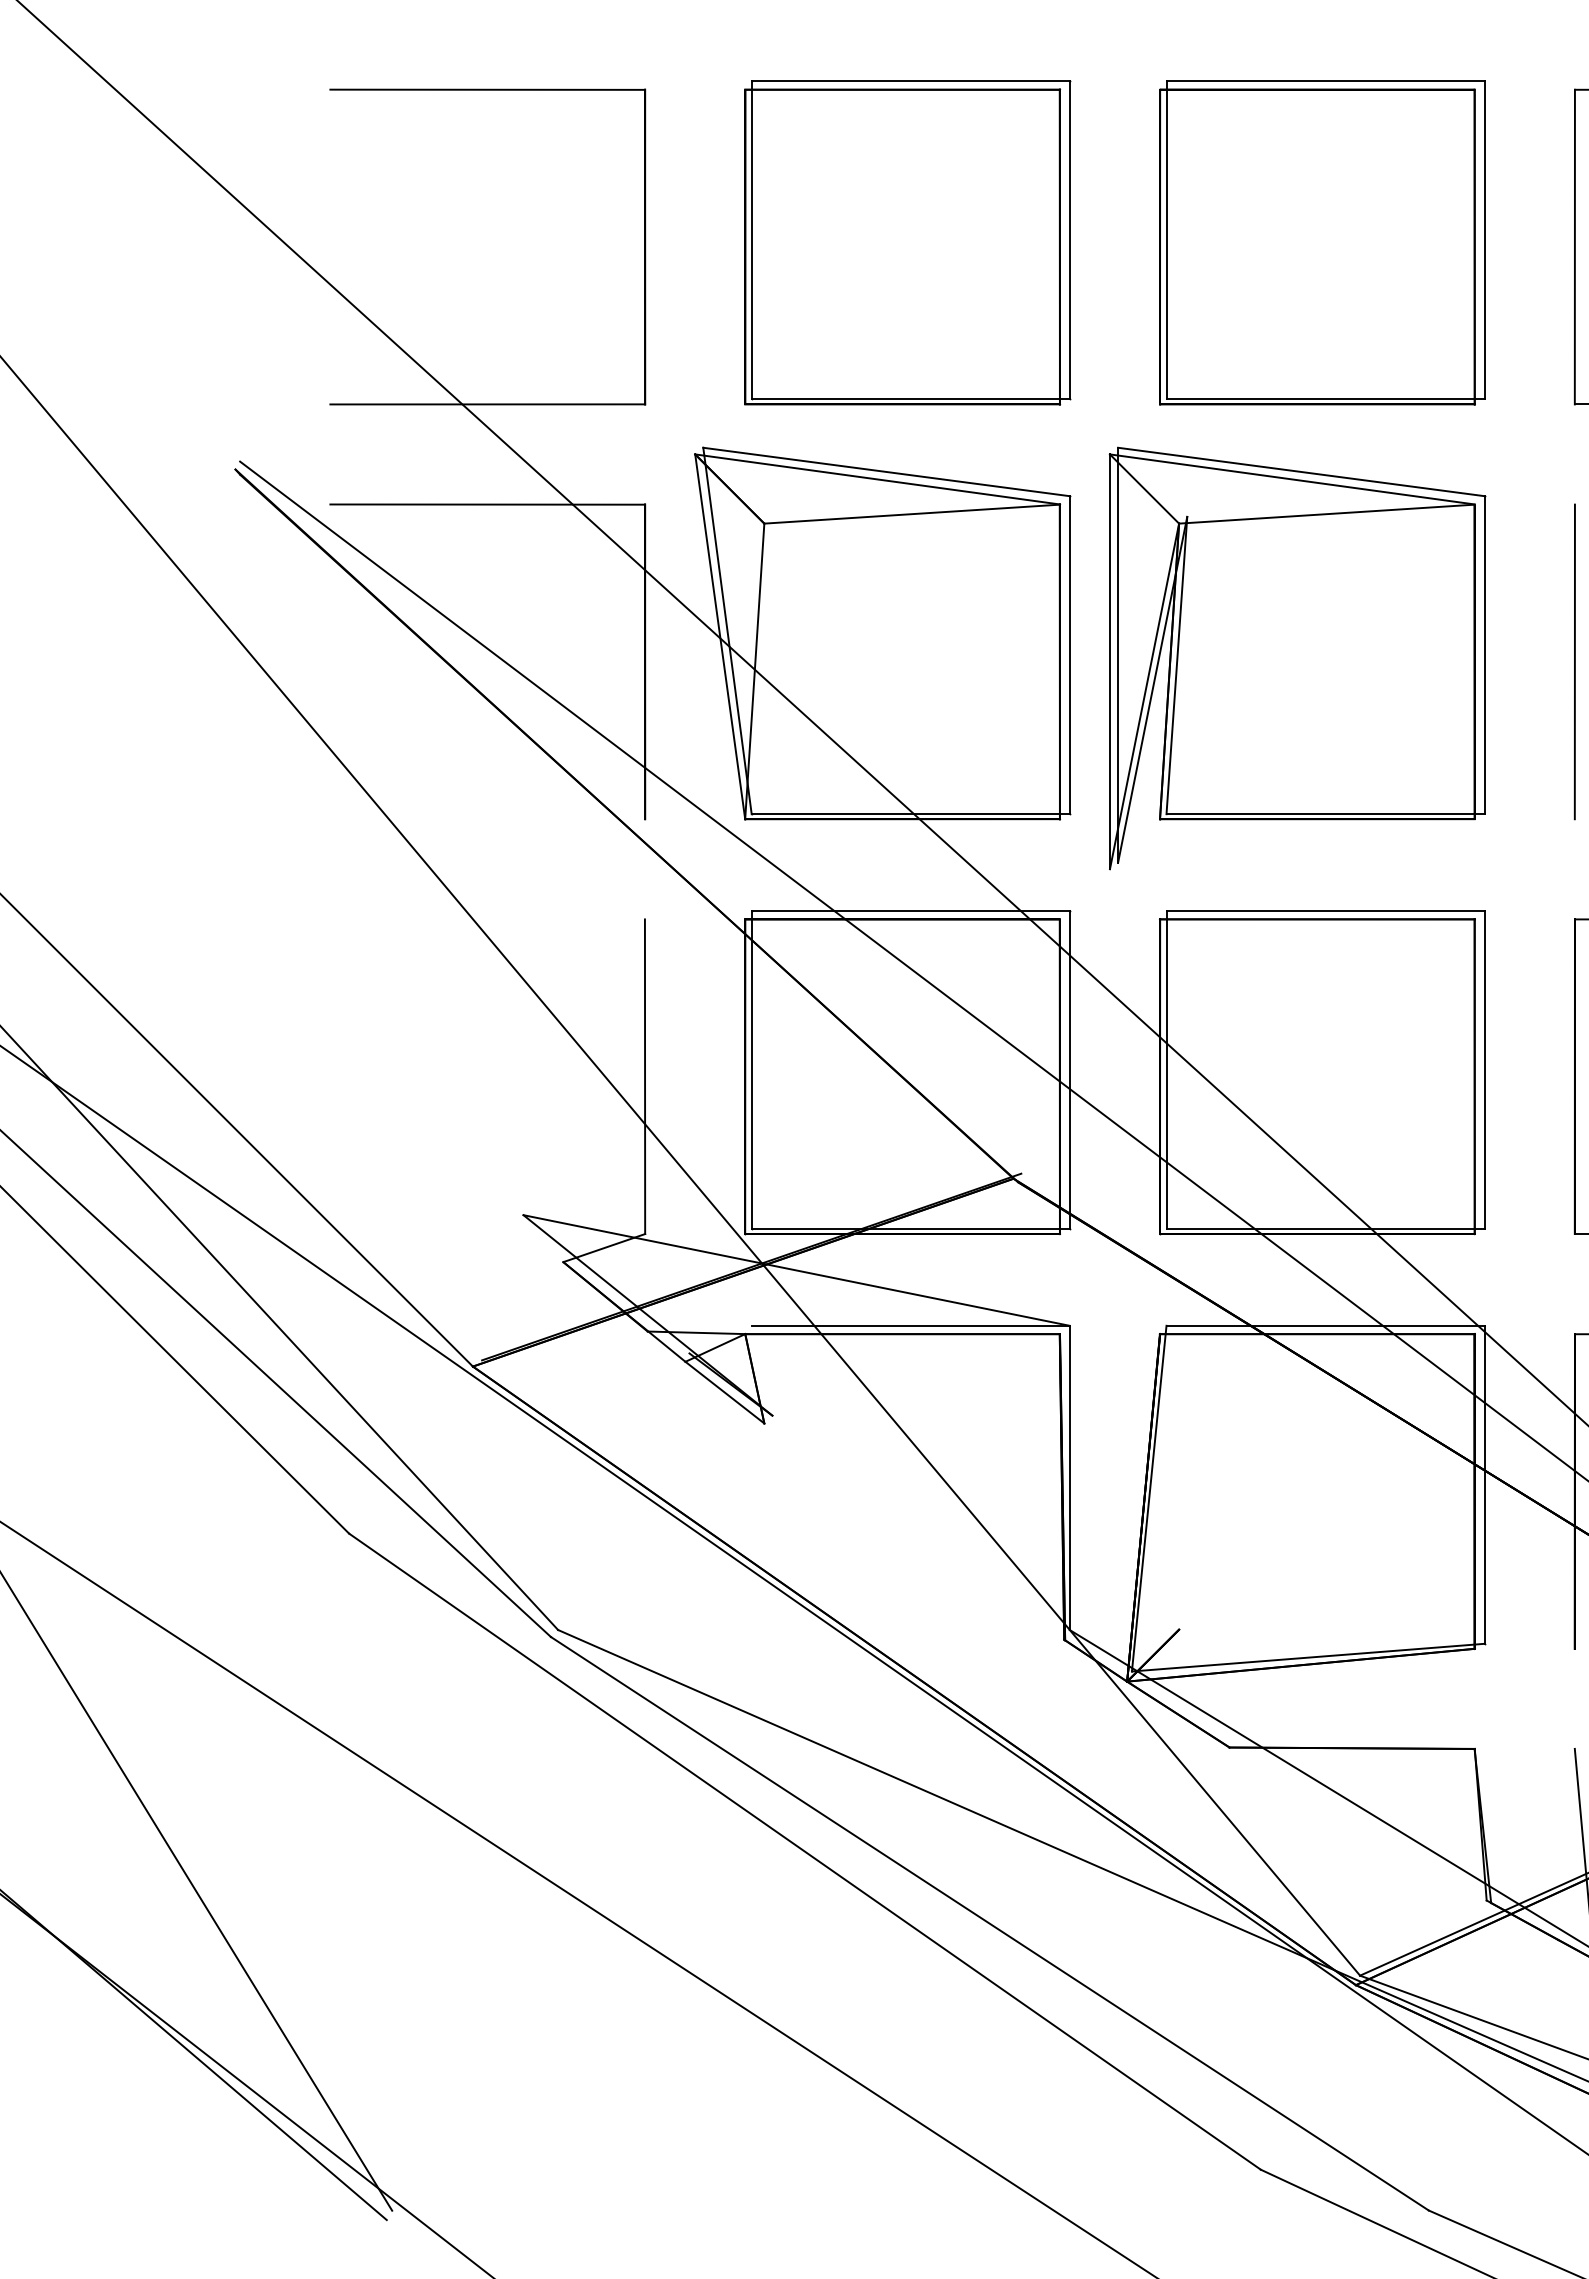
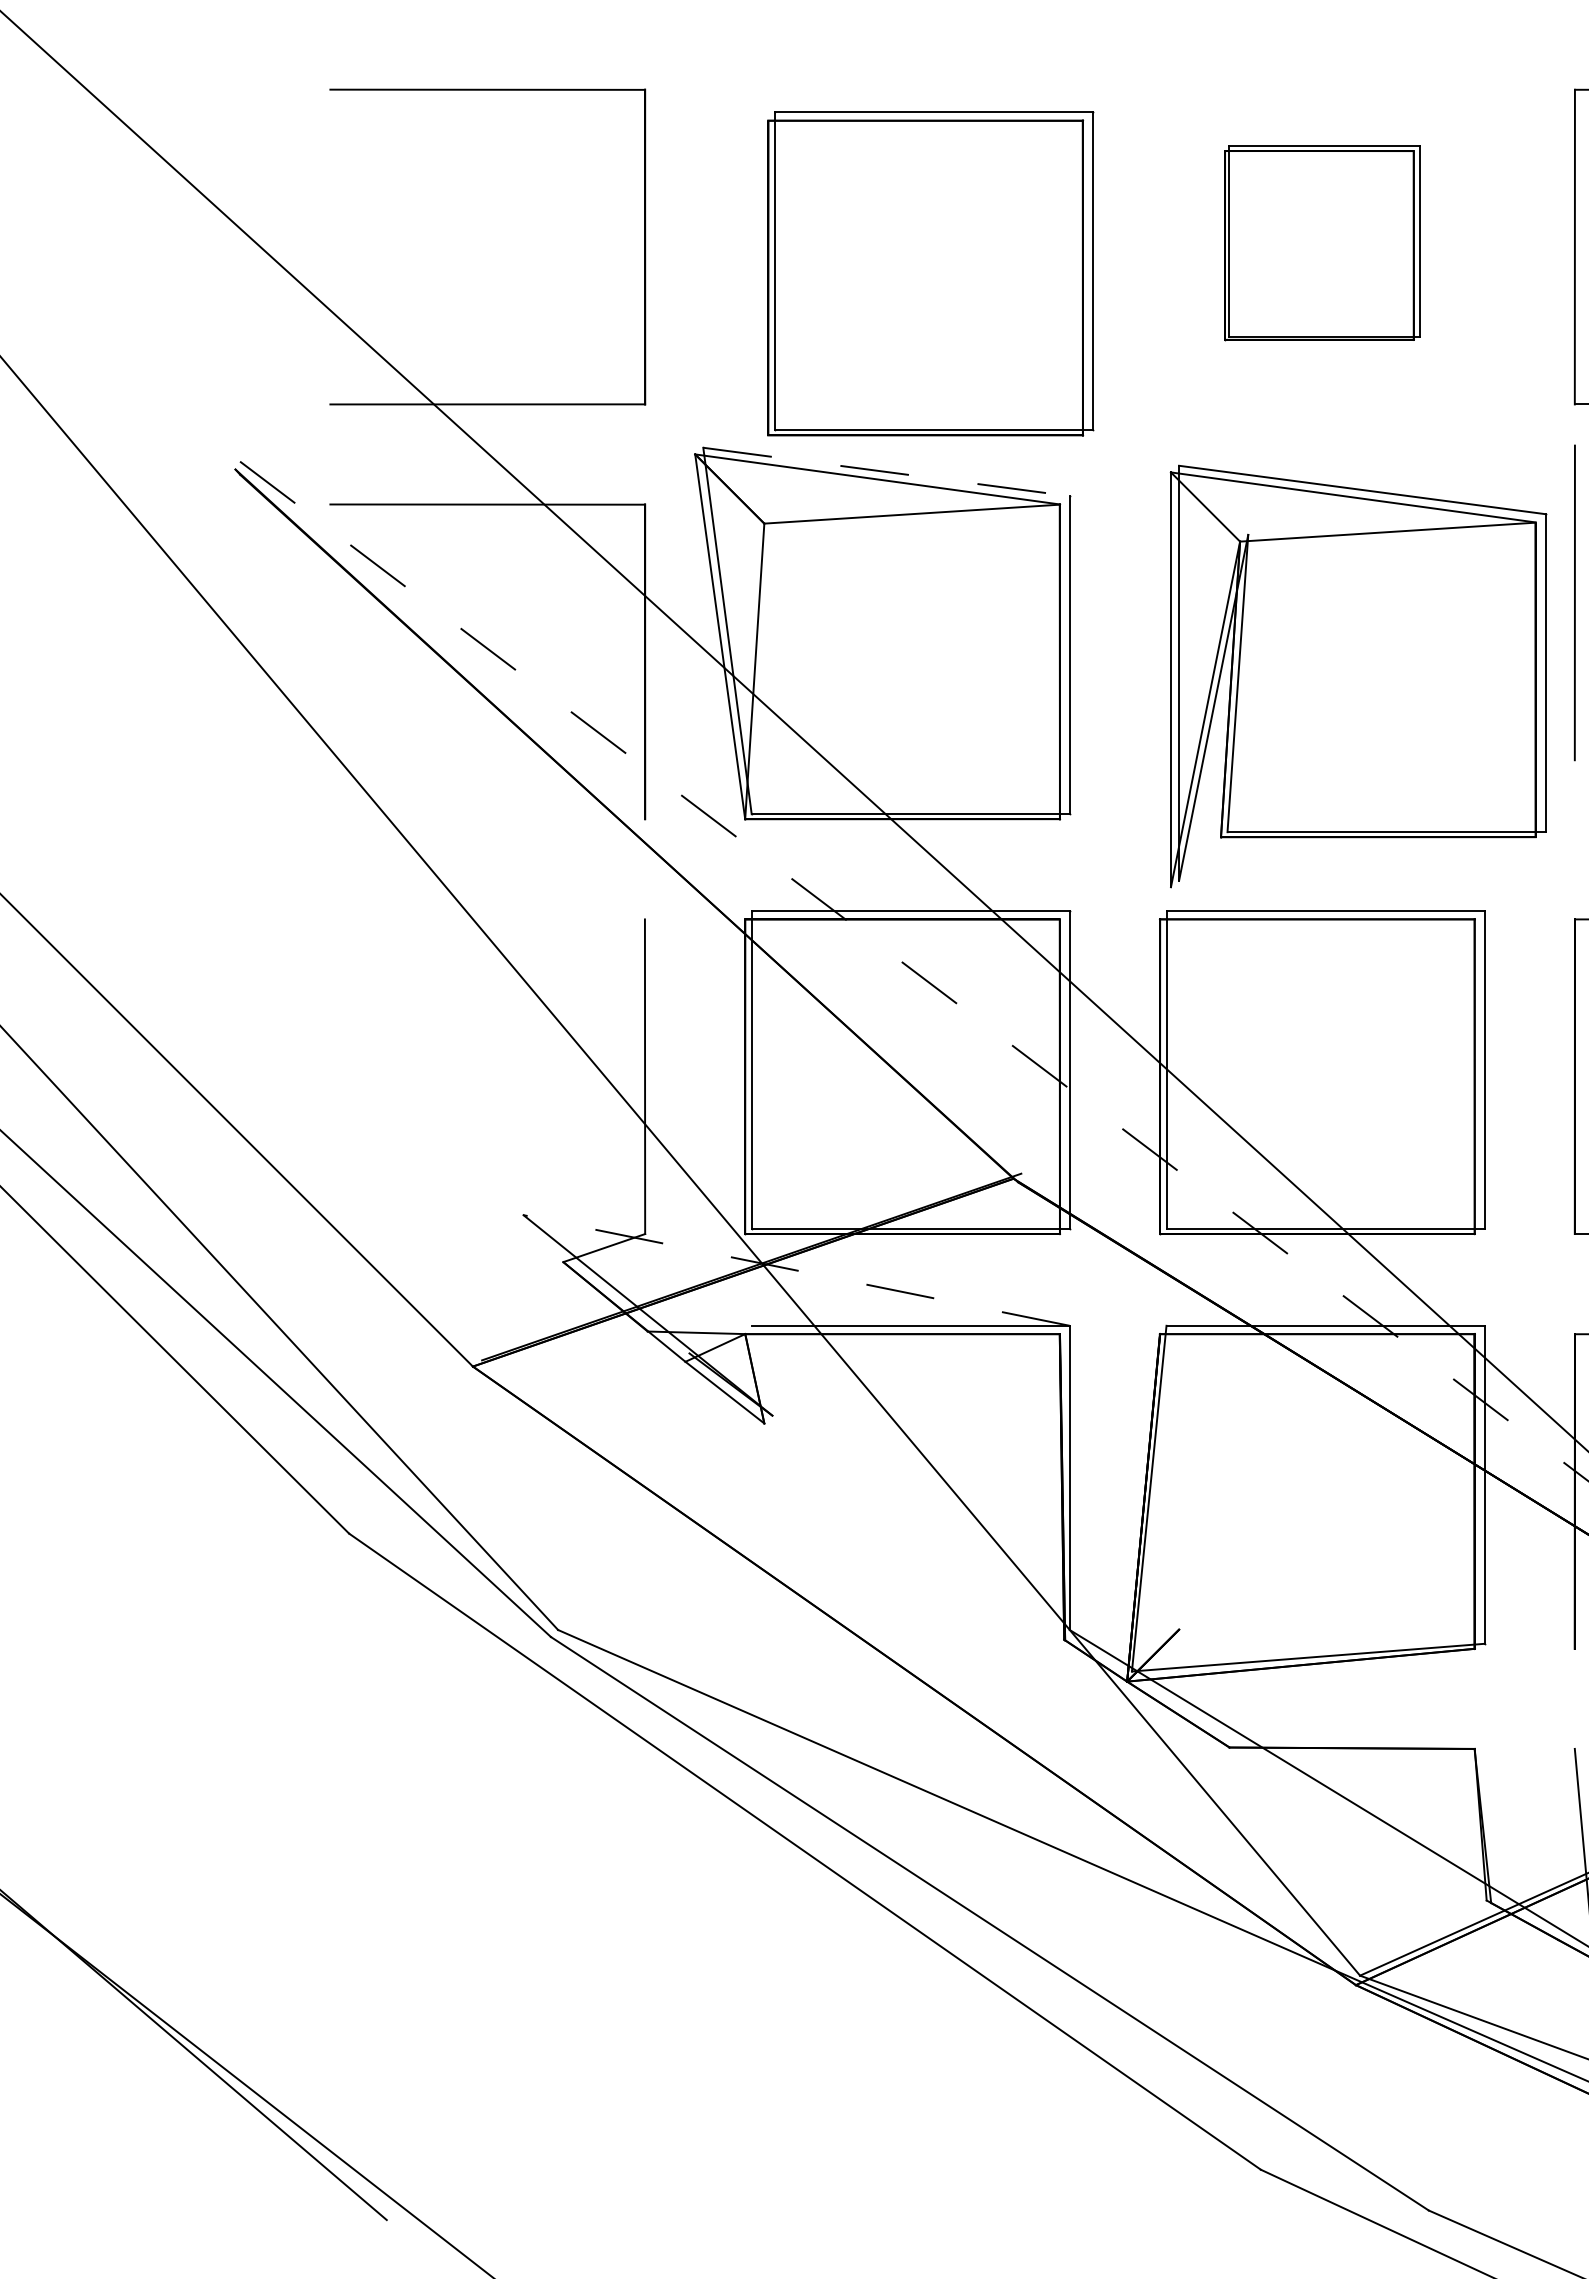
part at (907, 242) position: (907, 242) -> (930, 273)
part at (1322, 242) size: 327x326 px -> 197x197 px
line at (886, 471): solid -> dashed
part at (1297, 658) position: (1297, 658) -> (1358, 676)
line at (1574, 661) position: (1574, 661) -> (1574, 602)
line at (802, 712) position: (802, 712) -> (793, 730)
line at (914, 971): solid -> dashed
line at (796, 1270): solid -> dashed
line at (793, 1599): present -> none
line at (197, 1892): present -> none
line at (577, 1899): present -> none
